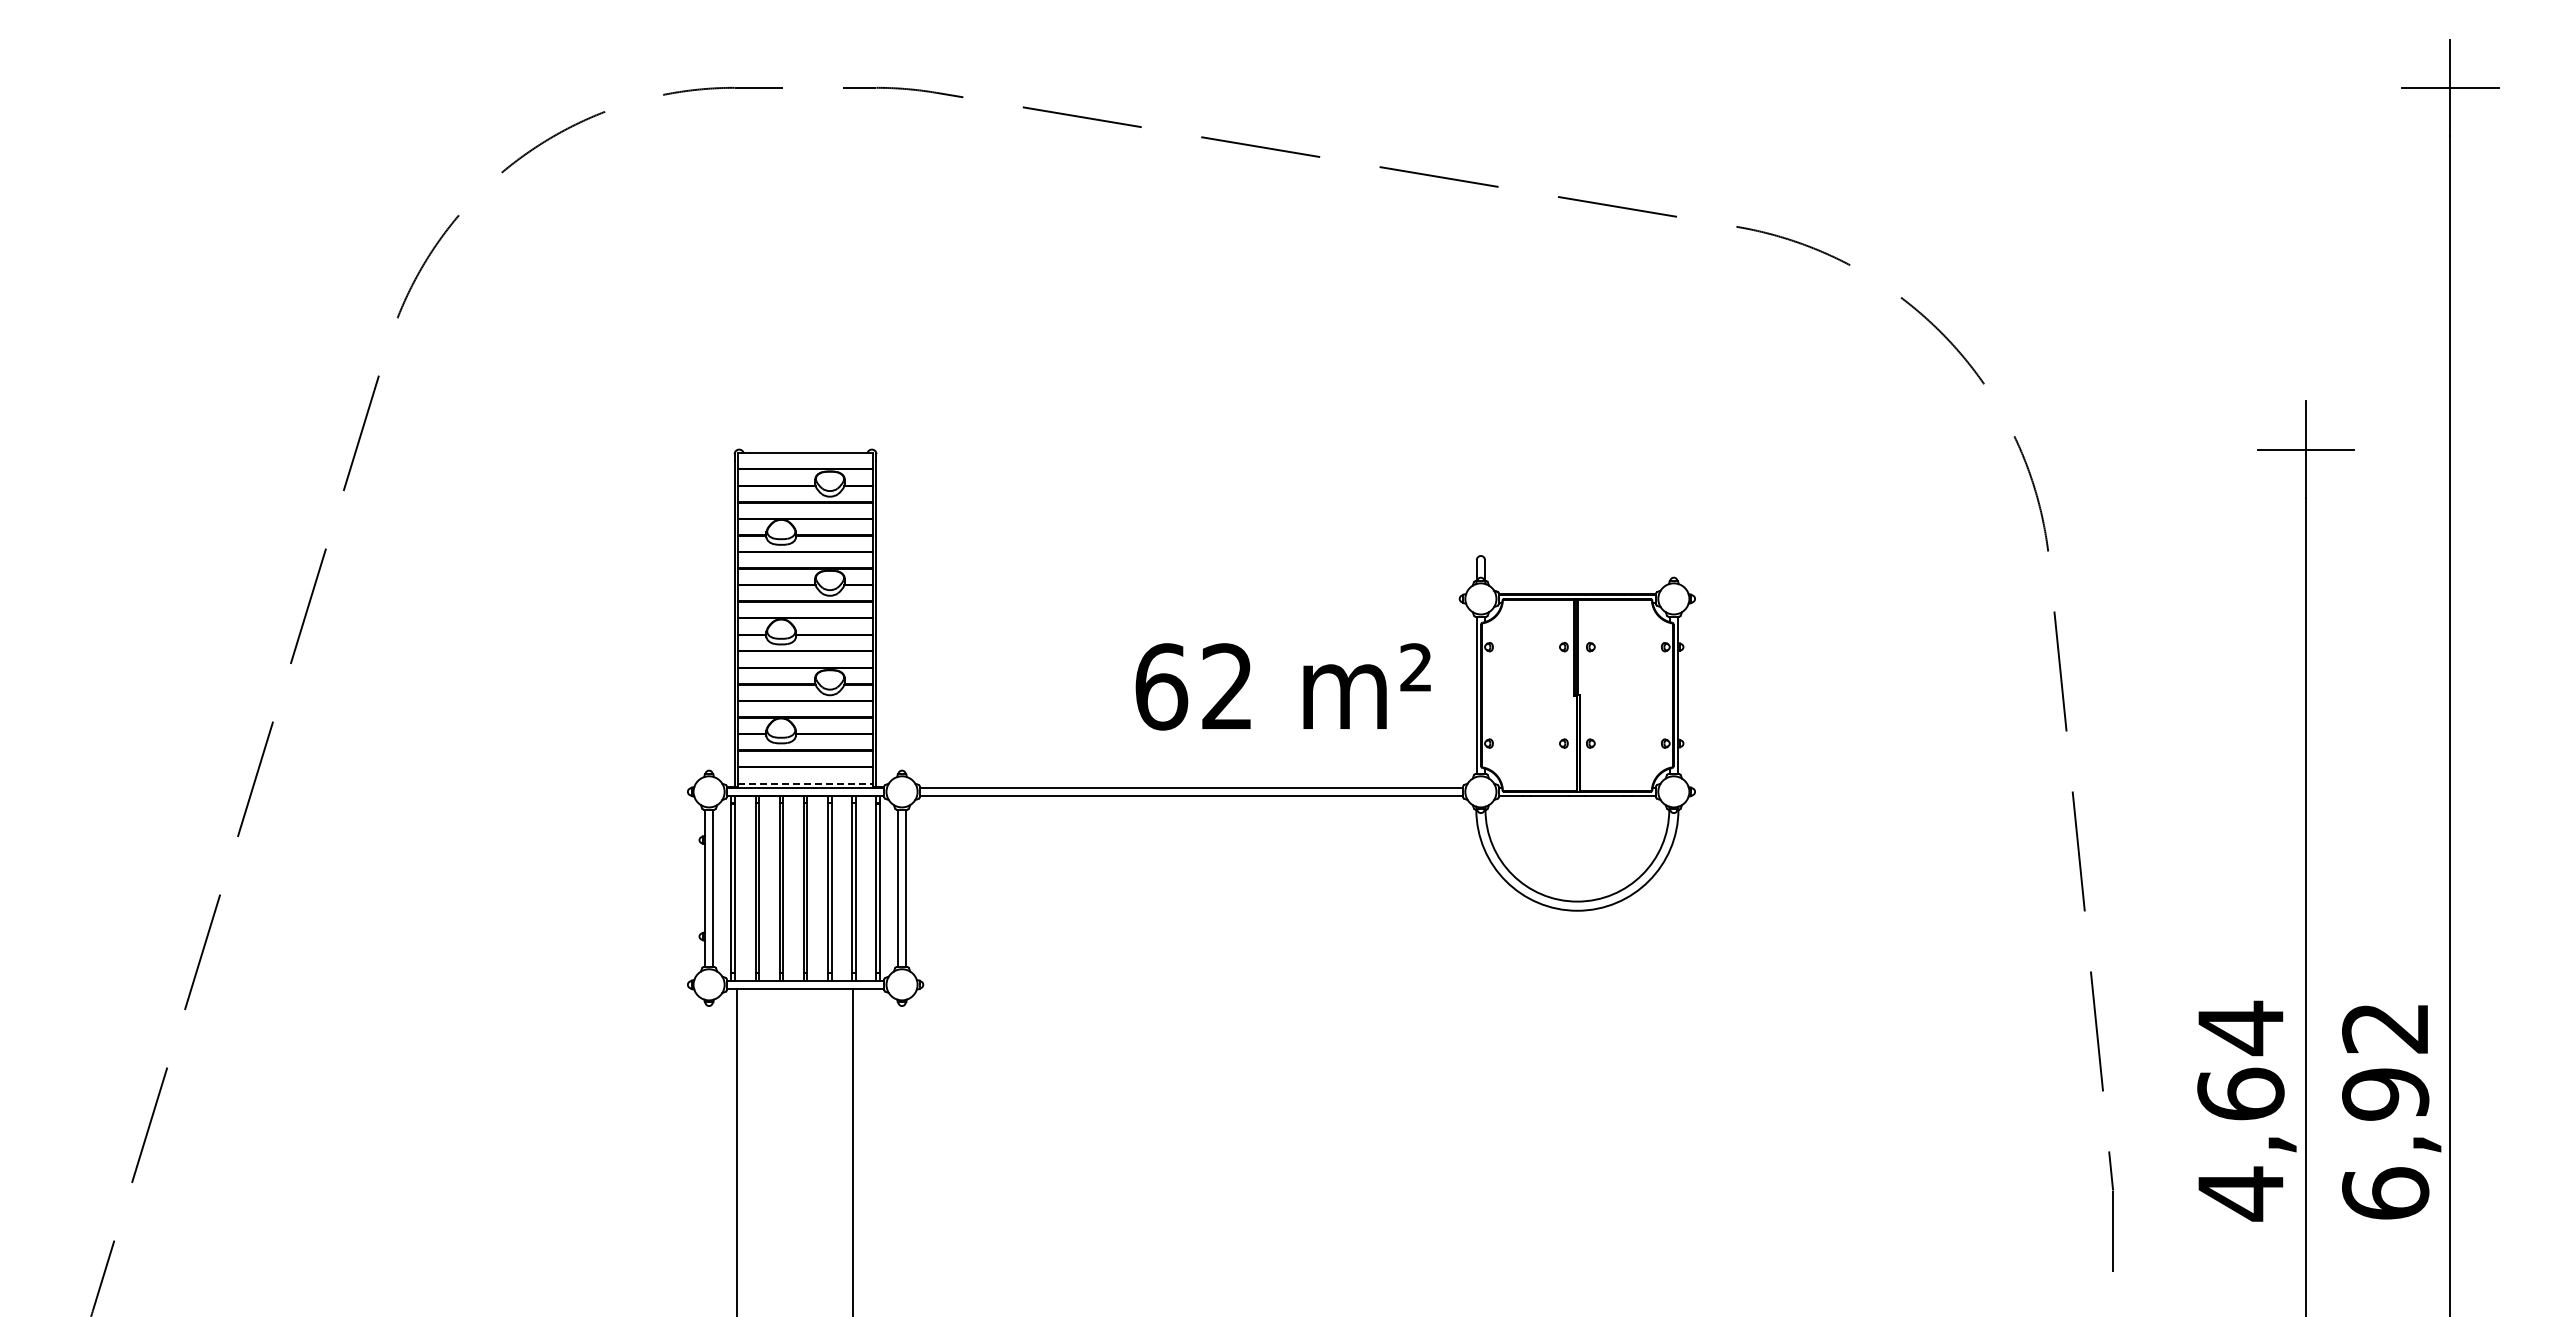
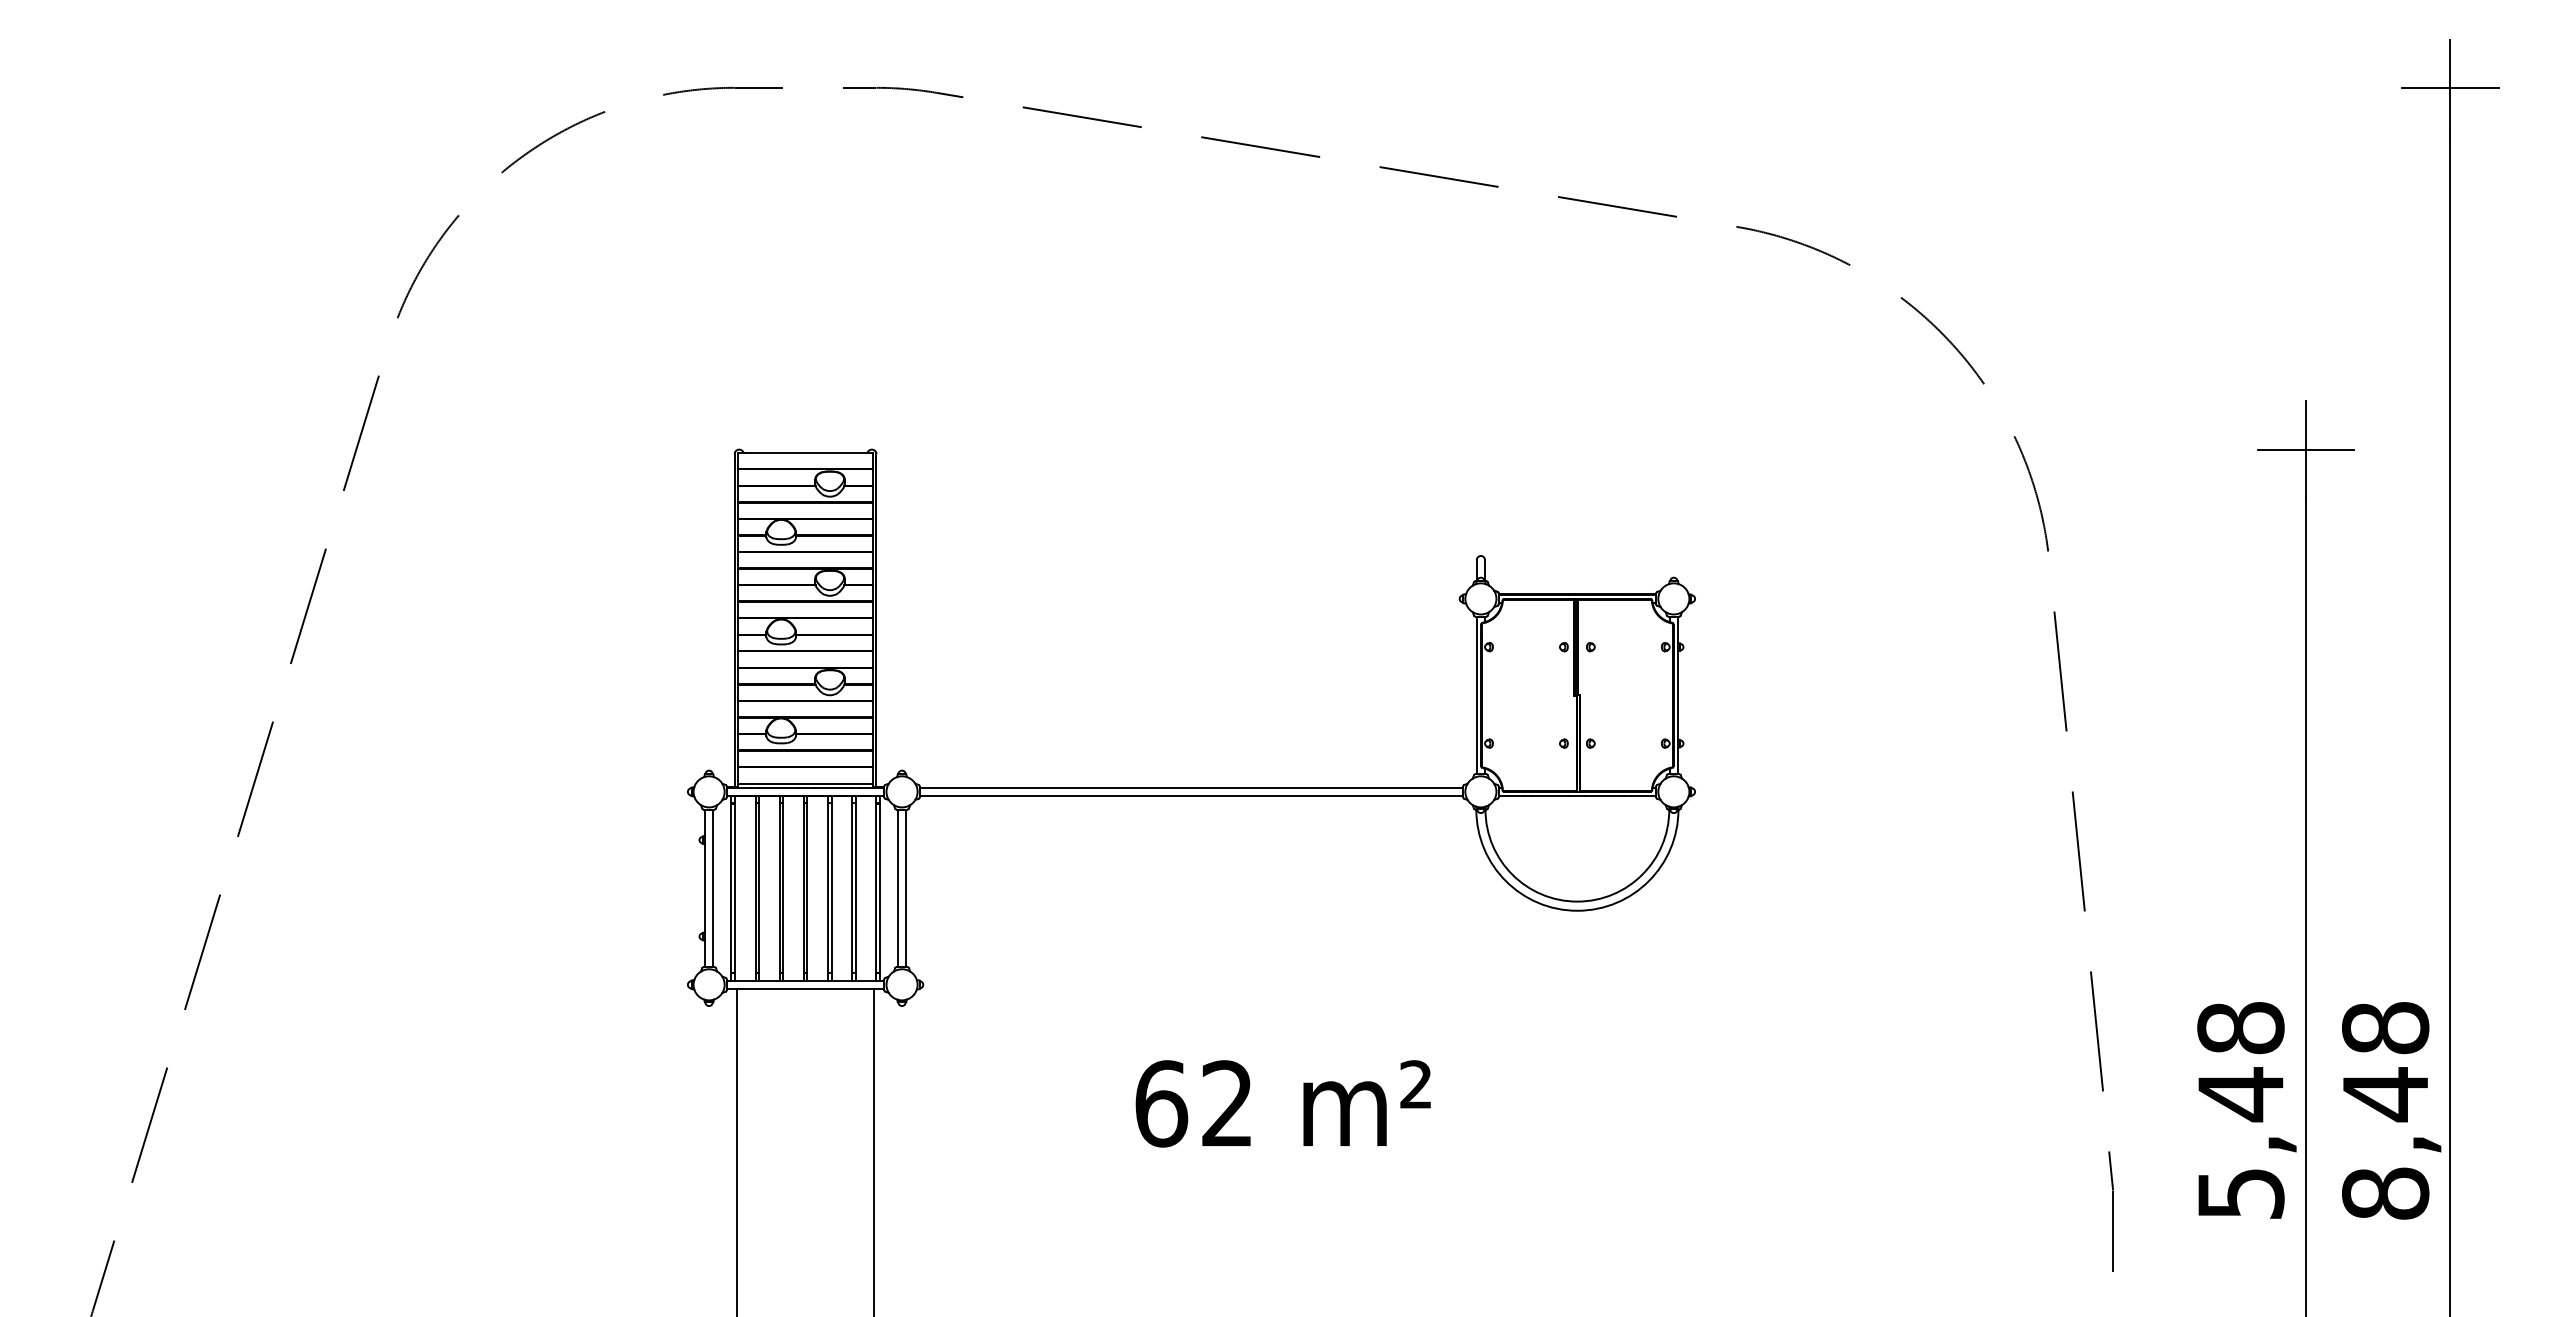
text at (1282, 686) position: (1282, 686) -> (1282, 1103)
line at (805, 783): dashed -> solid
text at (2240, 1110): 4,64 -> 5,48
text at (2385, 1110): 6,92 -> 8,48
line at (852, 1150) position: (852, 1150) -> (873, 1150)
